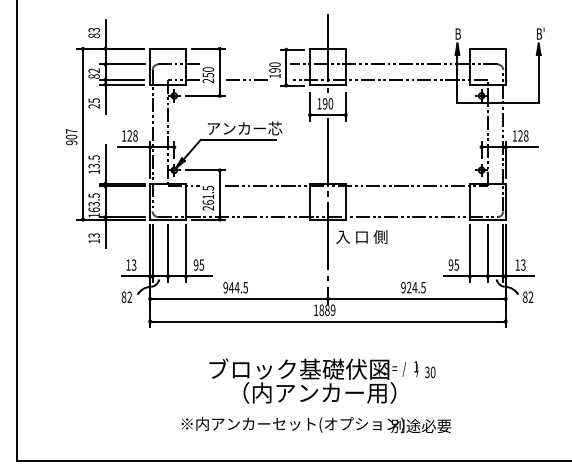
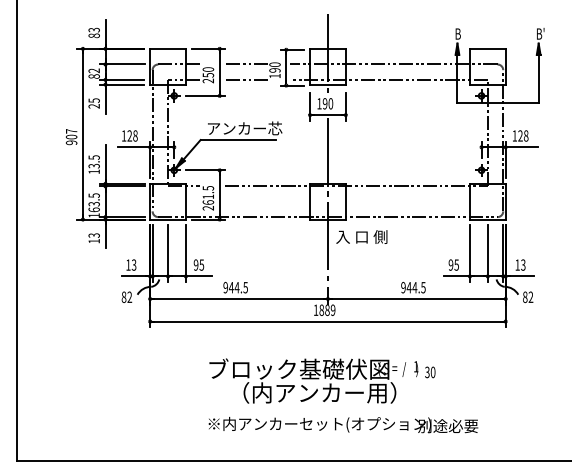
line at (246, 64): none -> present
text at (408, 287): 924.5 -> 944.5
text at (316, 425) position: (316, 425) -> (343, 425)
